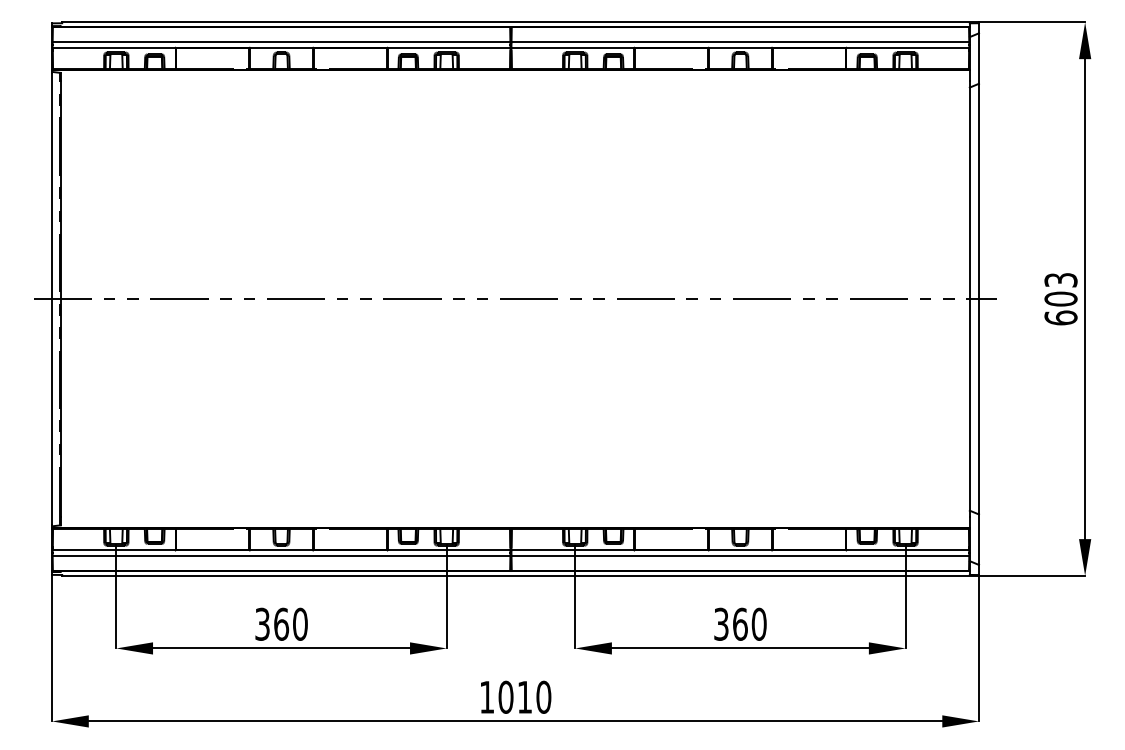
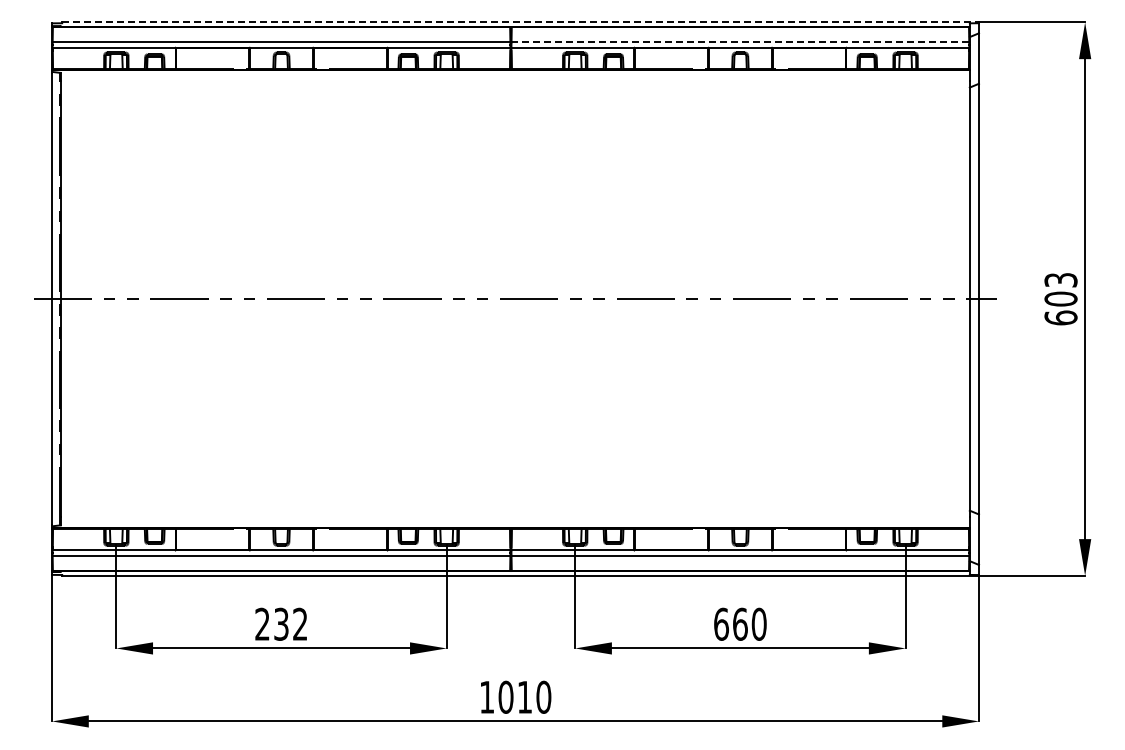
line at (521, 22): solid -> dashed
line at (740, 42): solid -> dashed
text at (281, 623): 360 -> 232
text at (721, 623): 360 -> 660
